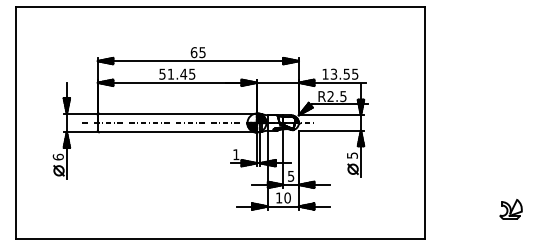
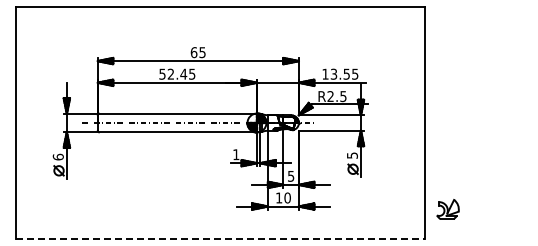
text at (170, 73): 51.45 -> 52.45
part at (510, 209) position: (510, 209) -> (447, 209)
line at (220, 238): solid -> dashed
